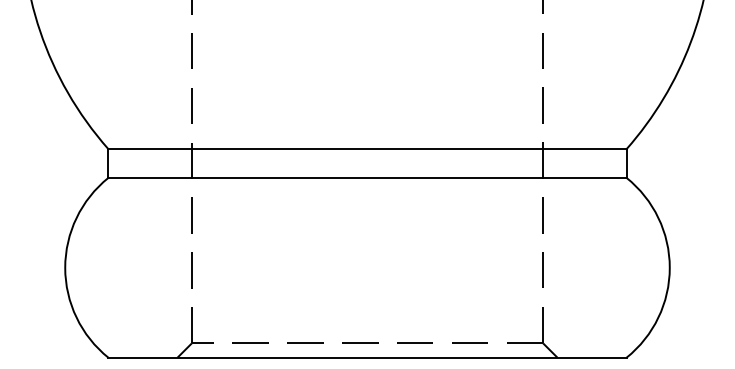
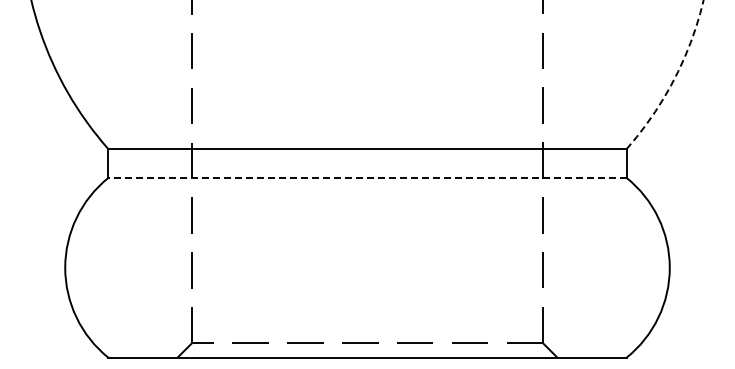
arc at (674, 79): solid -> dashed
line at (367, 177): solid -> dashed
